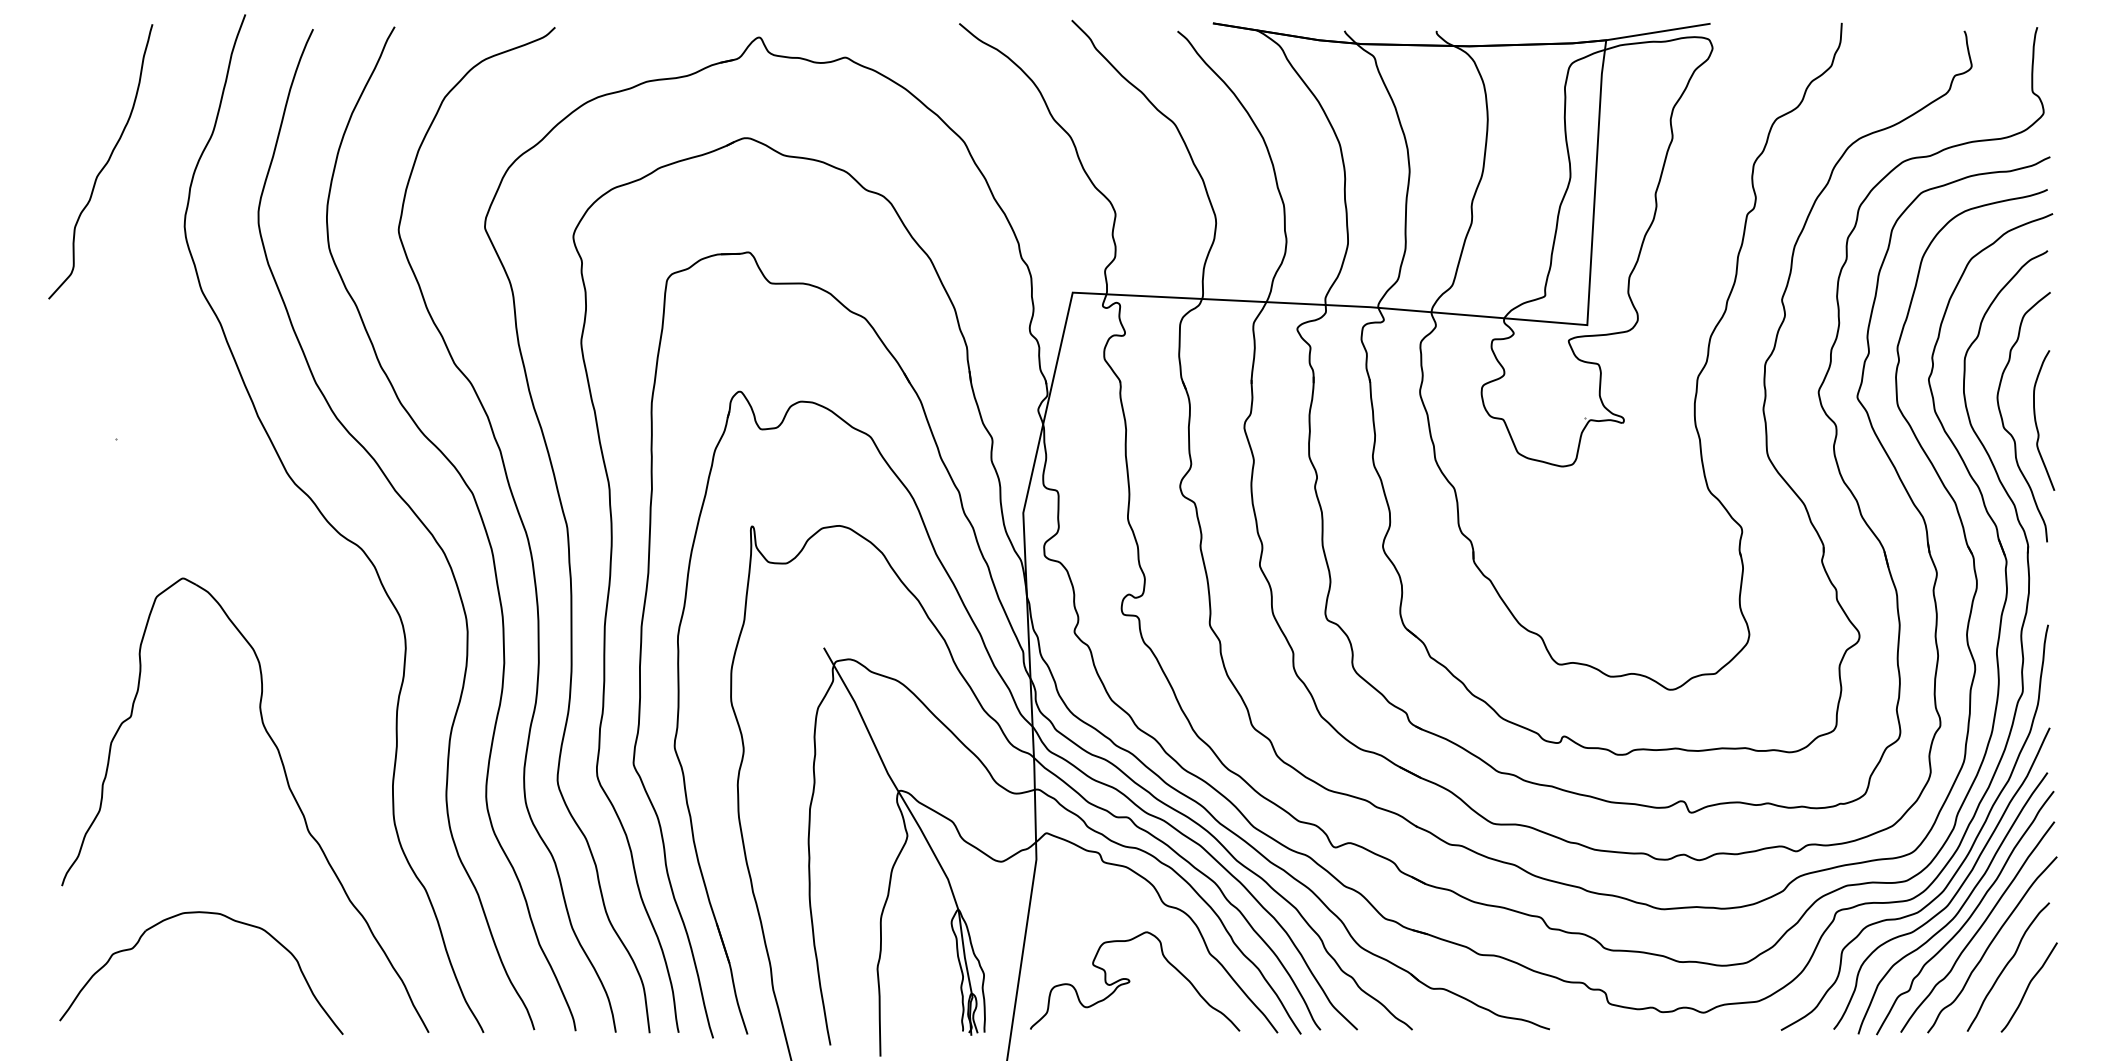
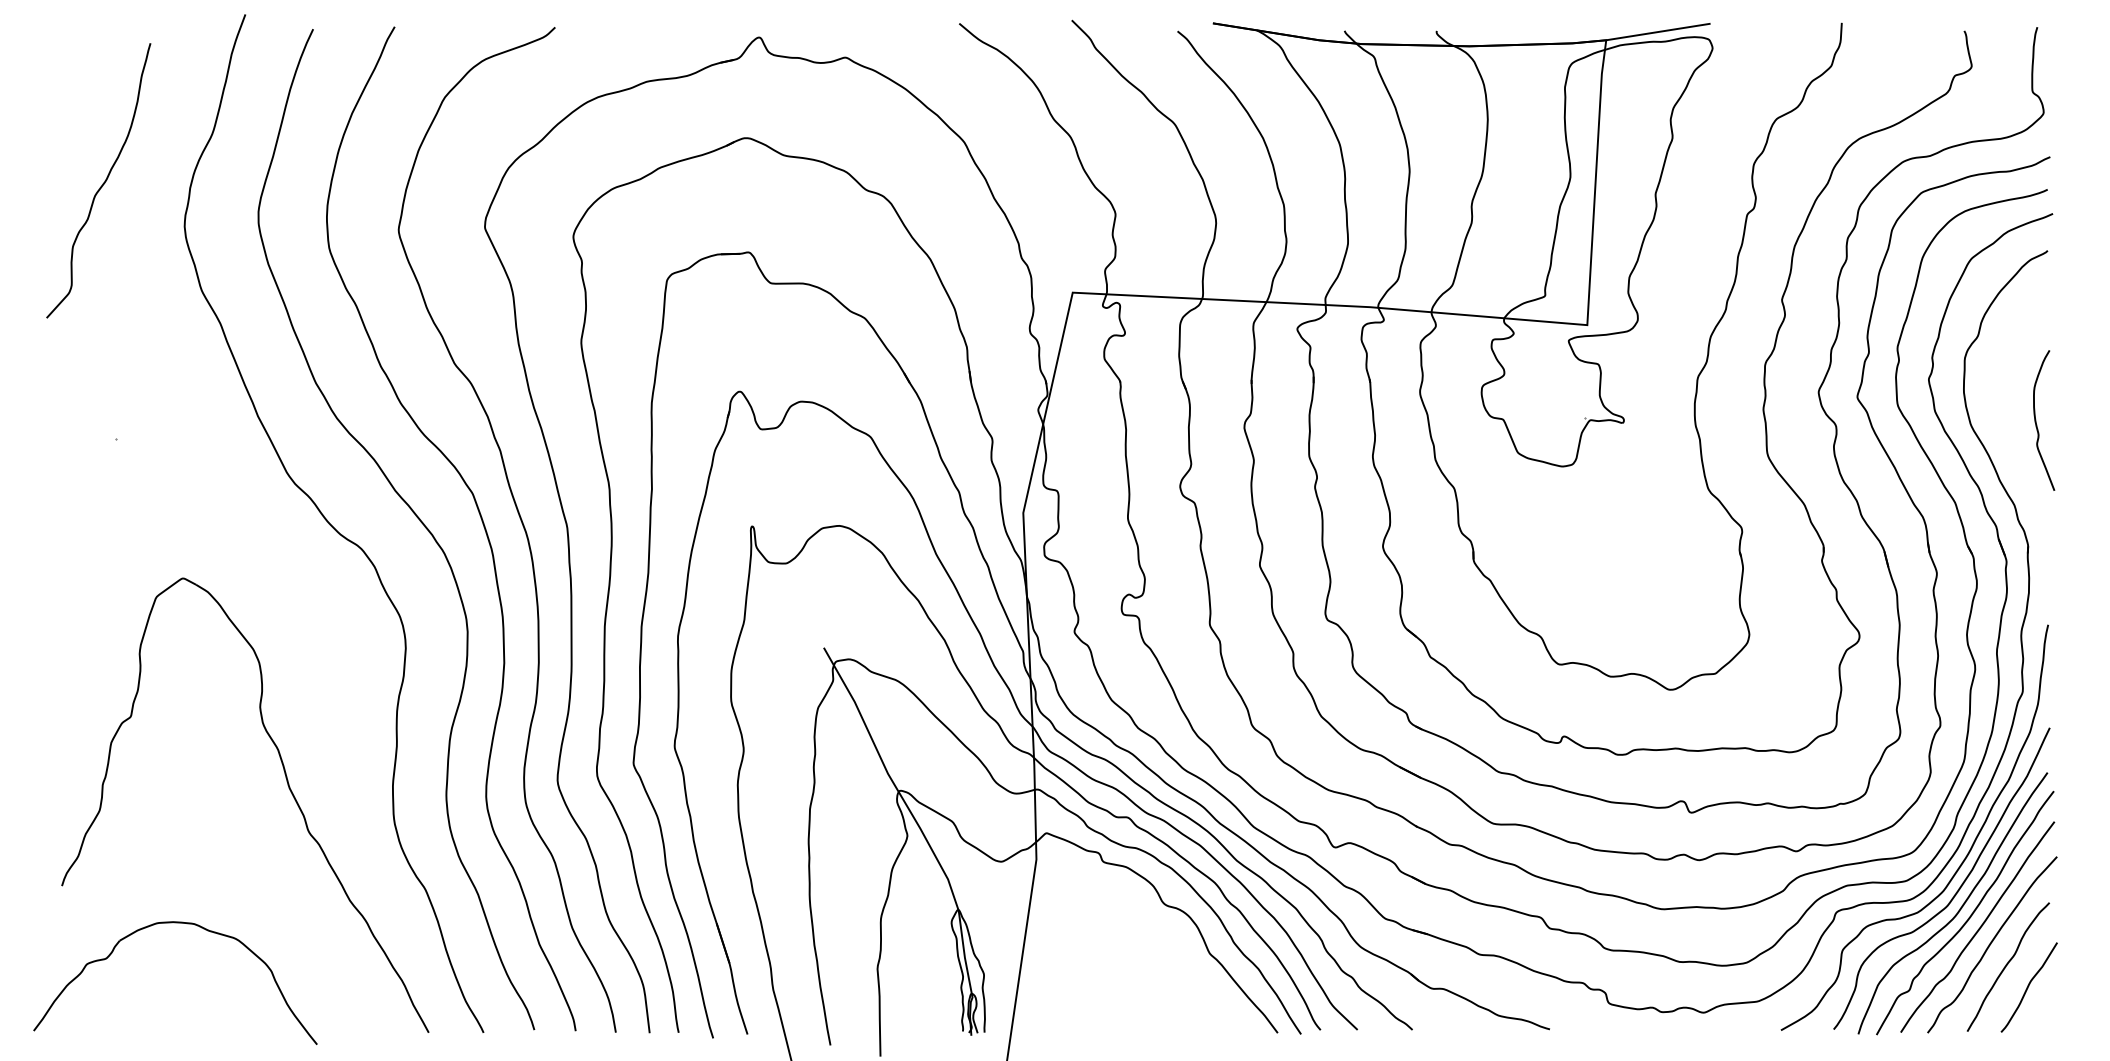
curve at (104, 164) position: (104, 164) -> (102, 183)
curve at (2003, 420): present -> none
part at (201, 913) position: (201, 913) -> (175, 923)
curve at (1130, 981): present -> none
